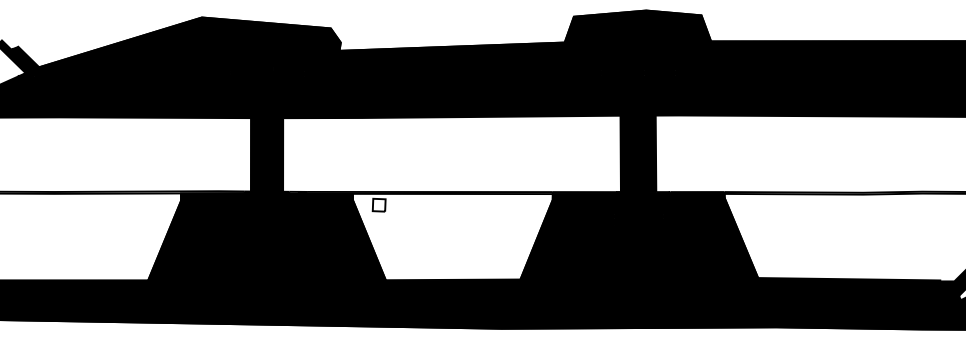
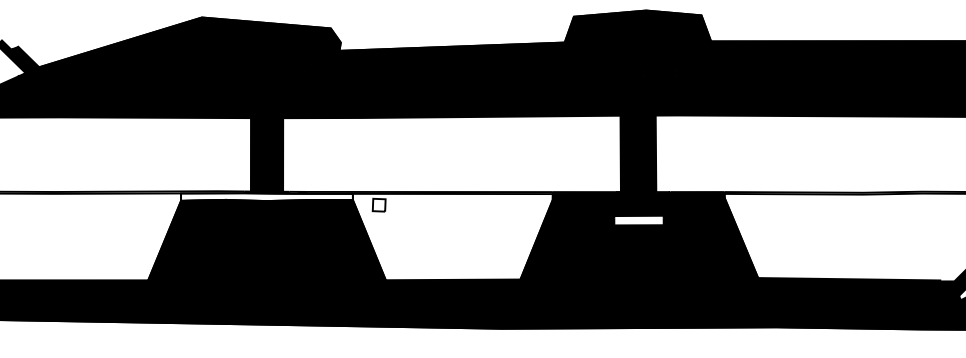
fill at (266, 197): present -> none
fill at (638, 220): present -> none
